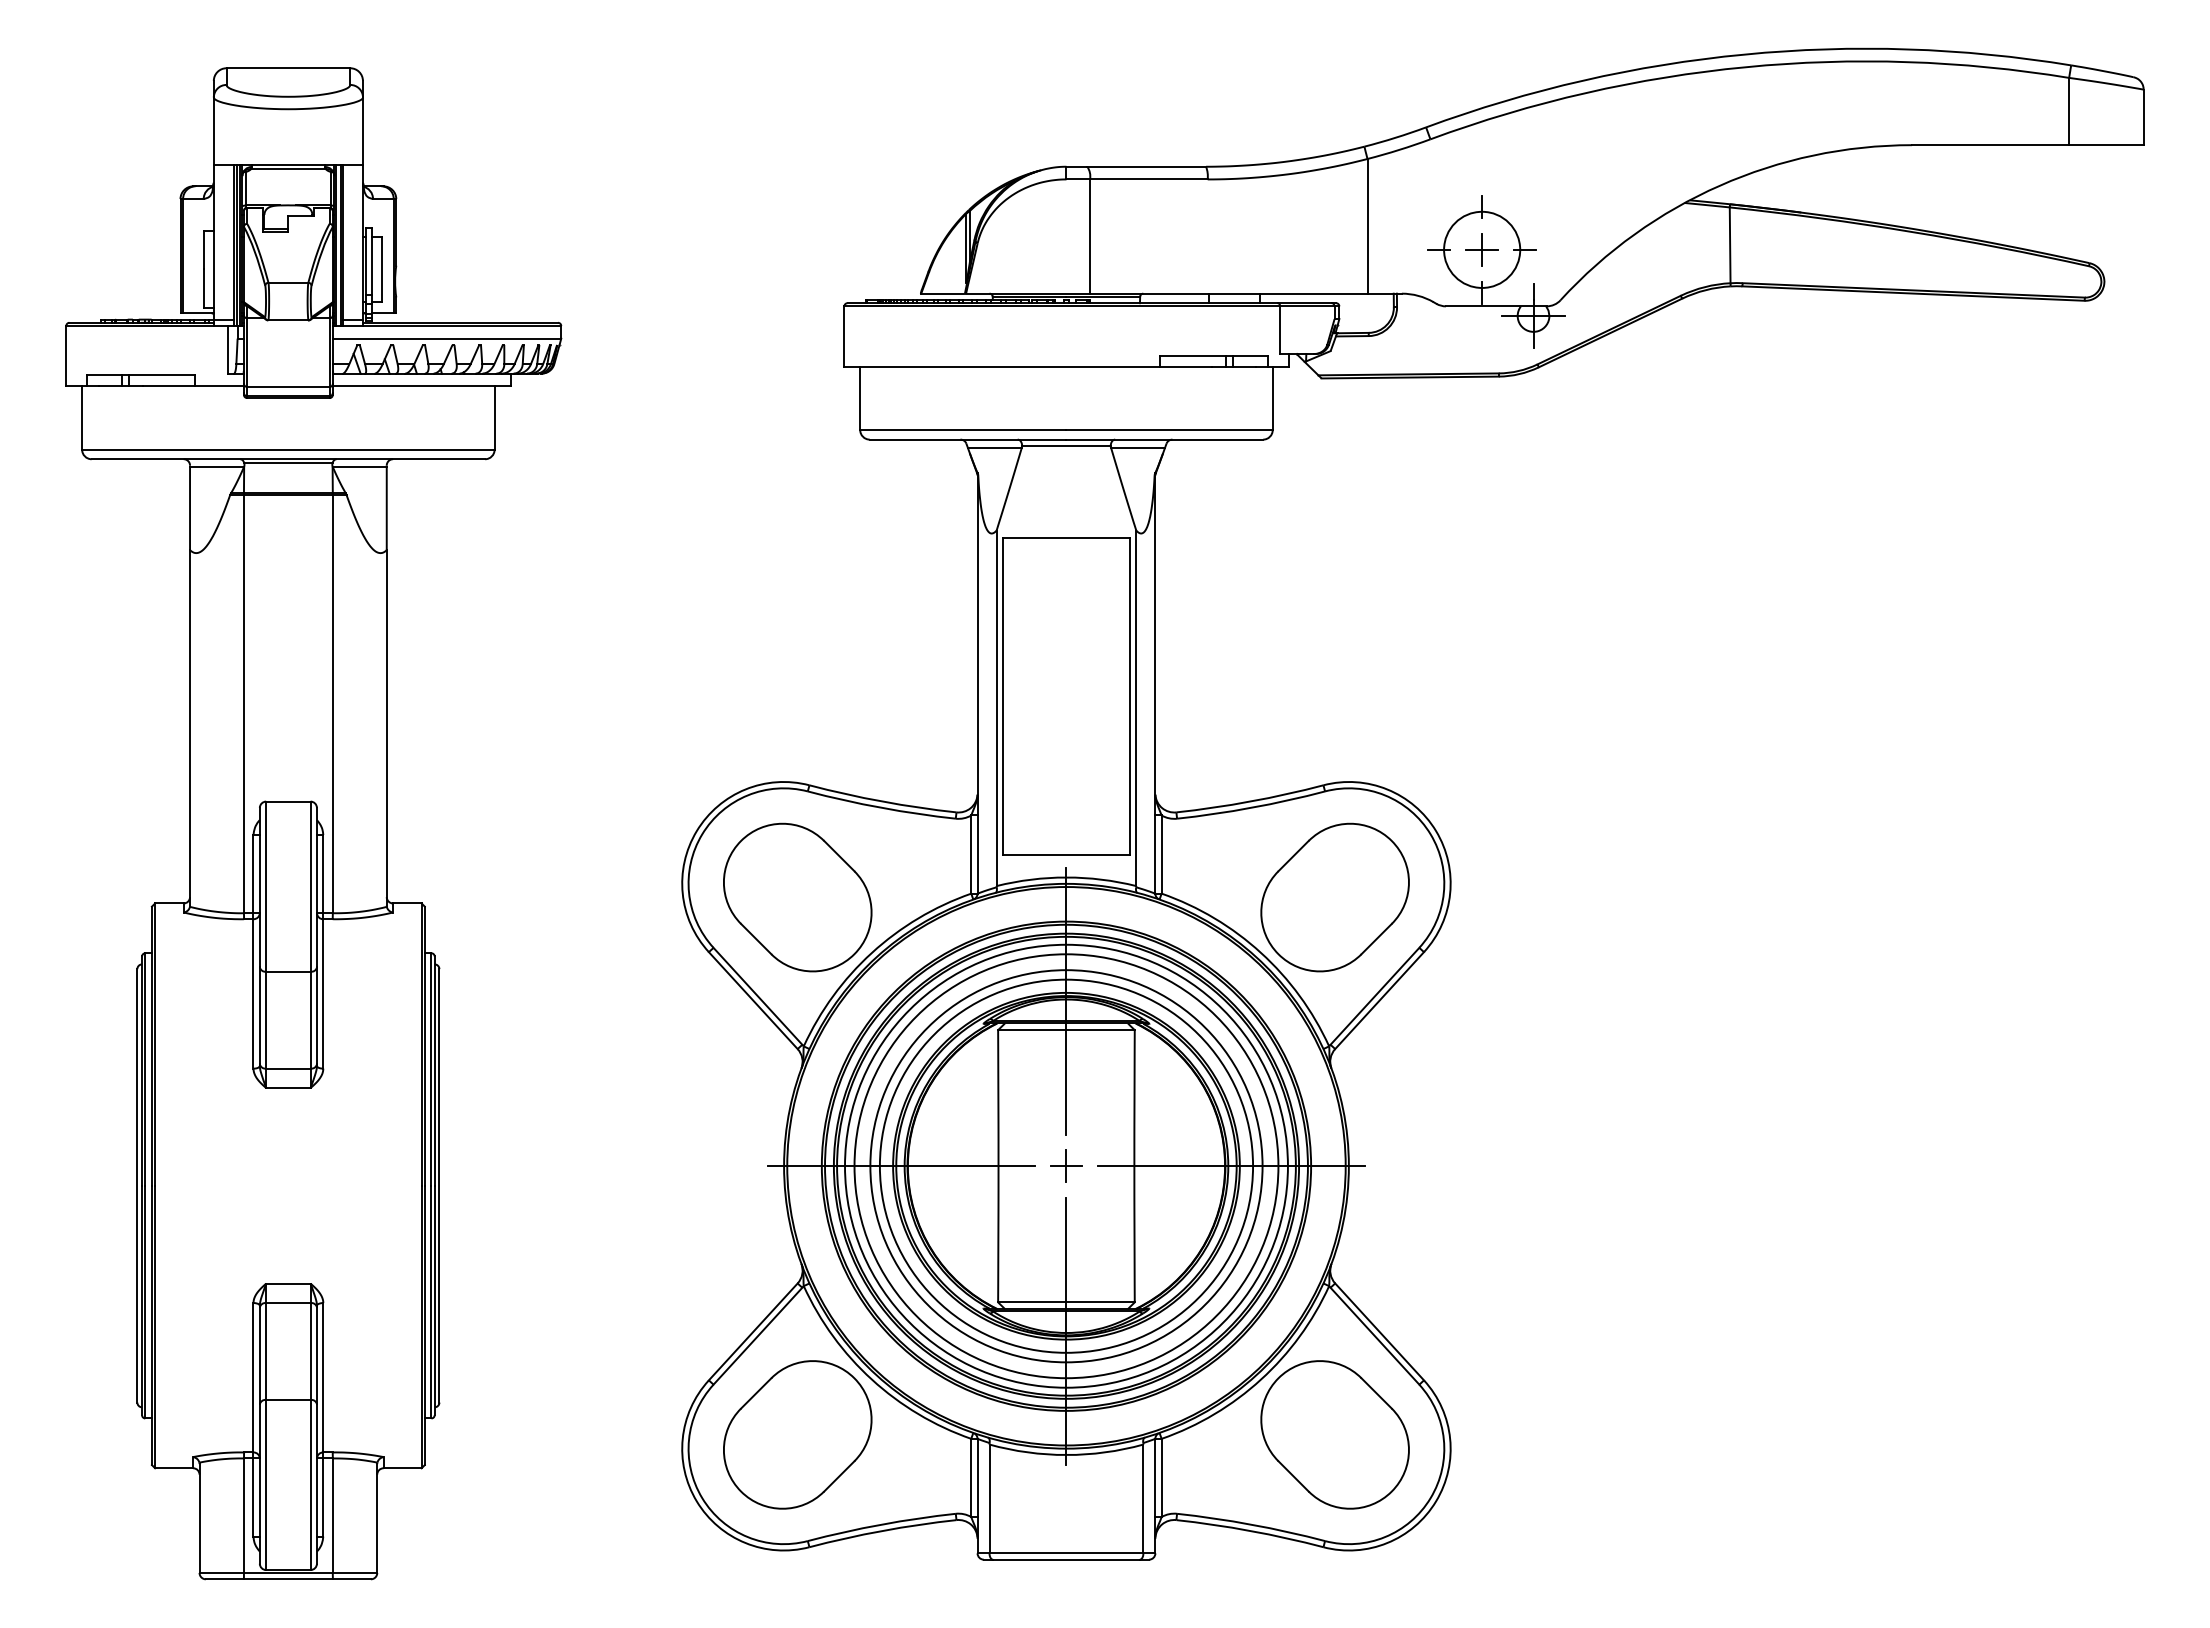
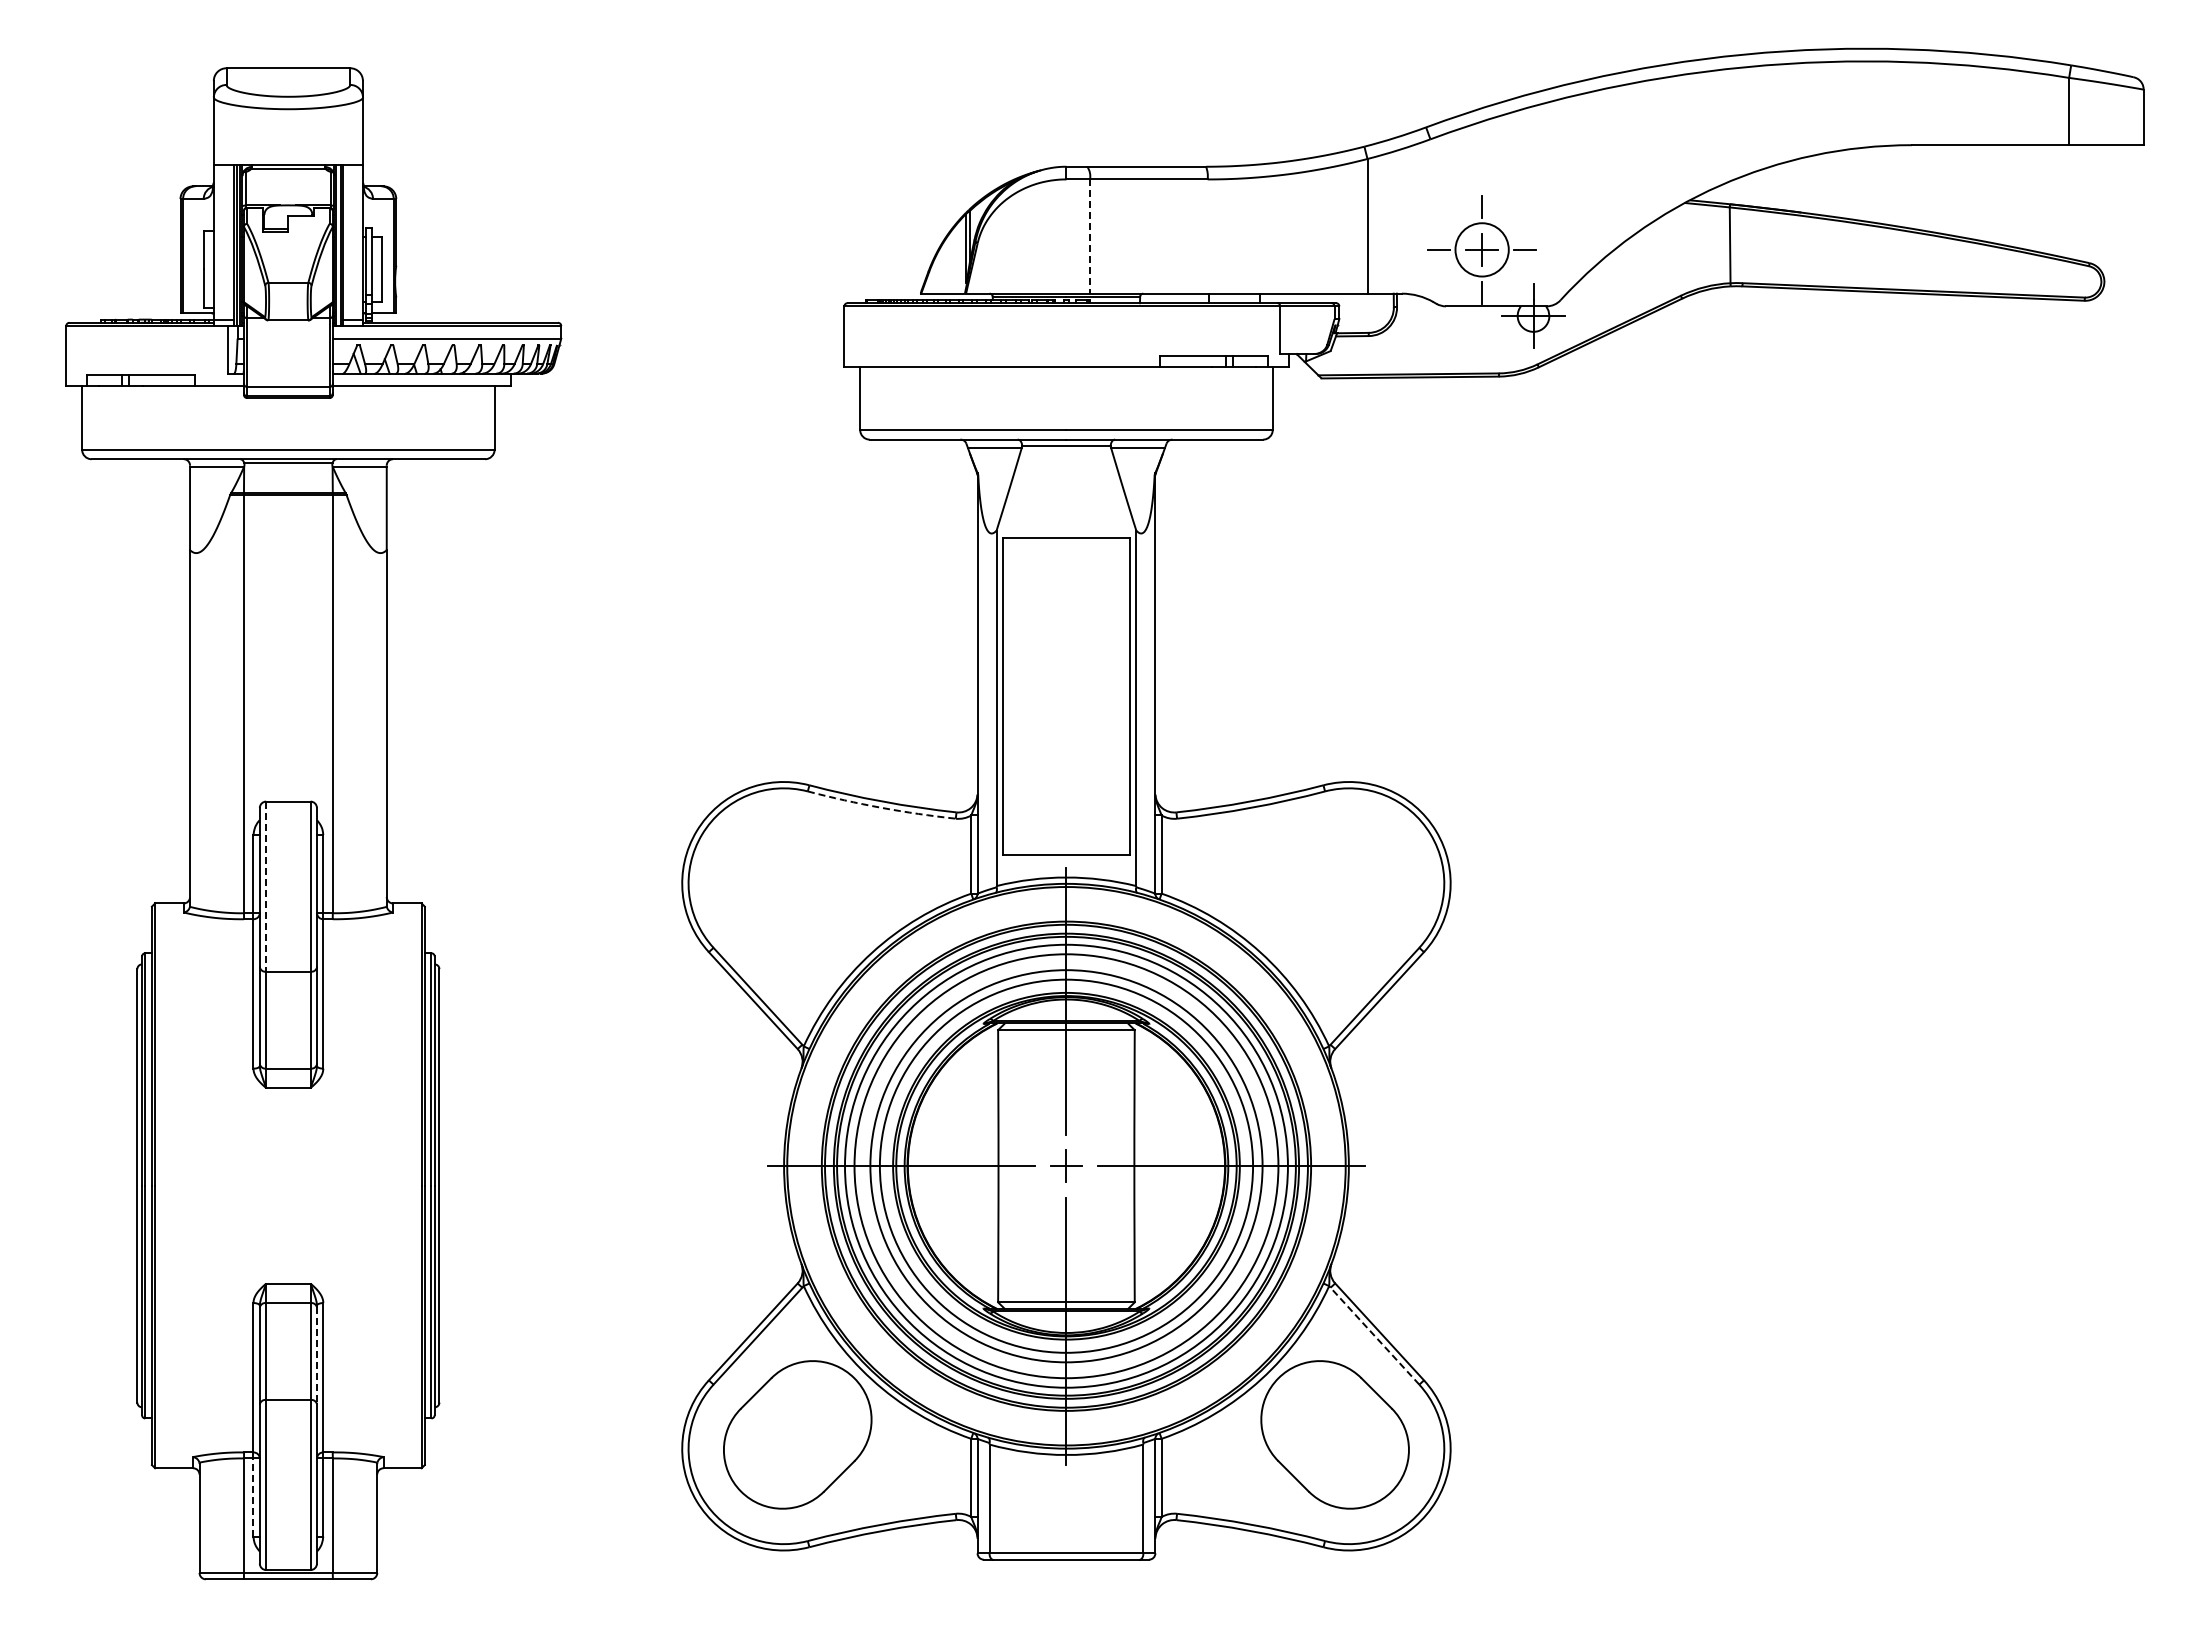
line at (1090, 237): solid -> dashed
circle at (1482, 249) diameter: 76 px -> 53 px
arc at (881, 807): solid -> dashed
line at (266, 887): solid -> dashed
part at (797, 897): present -> none
part at (1334, 897): present -> none
line at (1374, 1336): solid -> dashed
line at (316, 1356): solid -> dashed
line at (253, 1497): solid -> dashed
